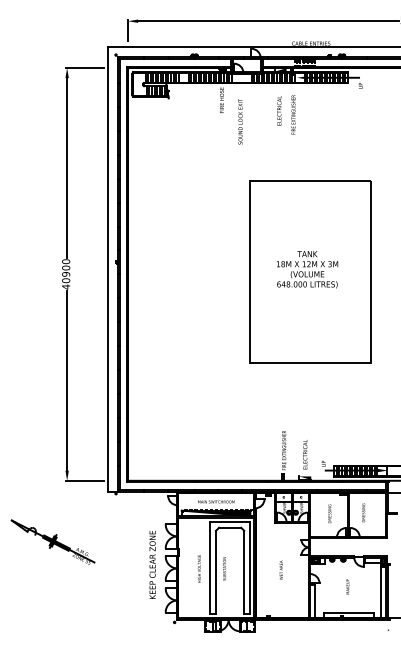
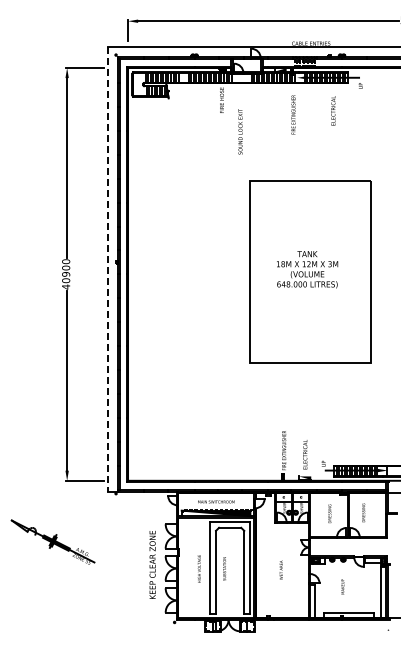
text at (279, 110) position: (279, 110) -> (333, 110)
text at (240, 121) position: (240, 121) -> (240, 131)
line at (108, 269): solid -> dashed
text at (347, 586) position: (347, 586) -> (342, 586)
